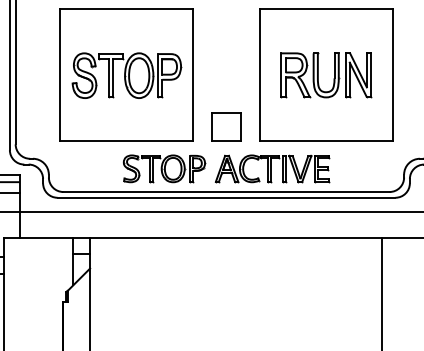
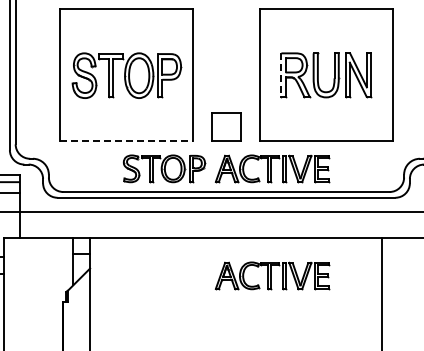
line at (281, 75): solid -> dashed
line at (127, 141): solid -> dashed
part at (272, 275): none -> present
